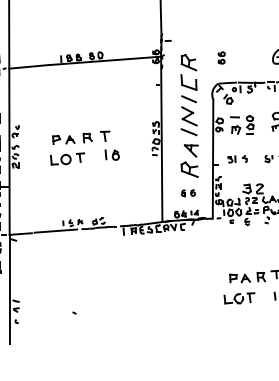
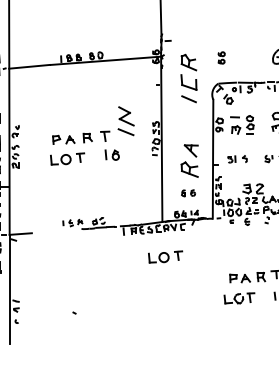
part at (188, 121) position: (188, 121) -> (125, 121)
line at (55, 230): present -> none
part at (165, 256): none -> present
